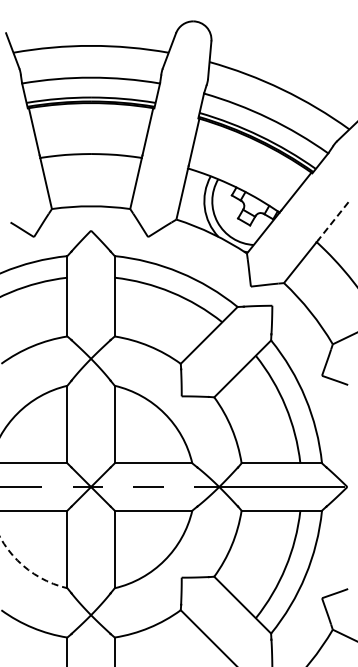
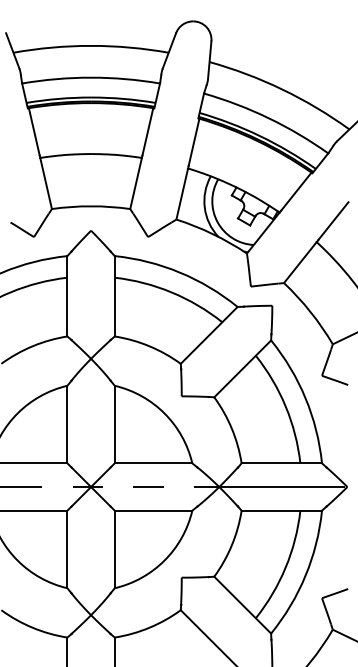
line at (333, 221): dashed -> solid
arc at (28, 569): dashed -> solid
